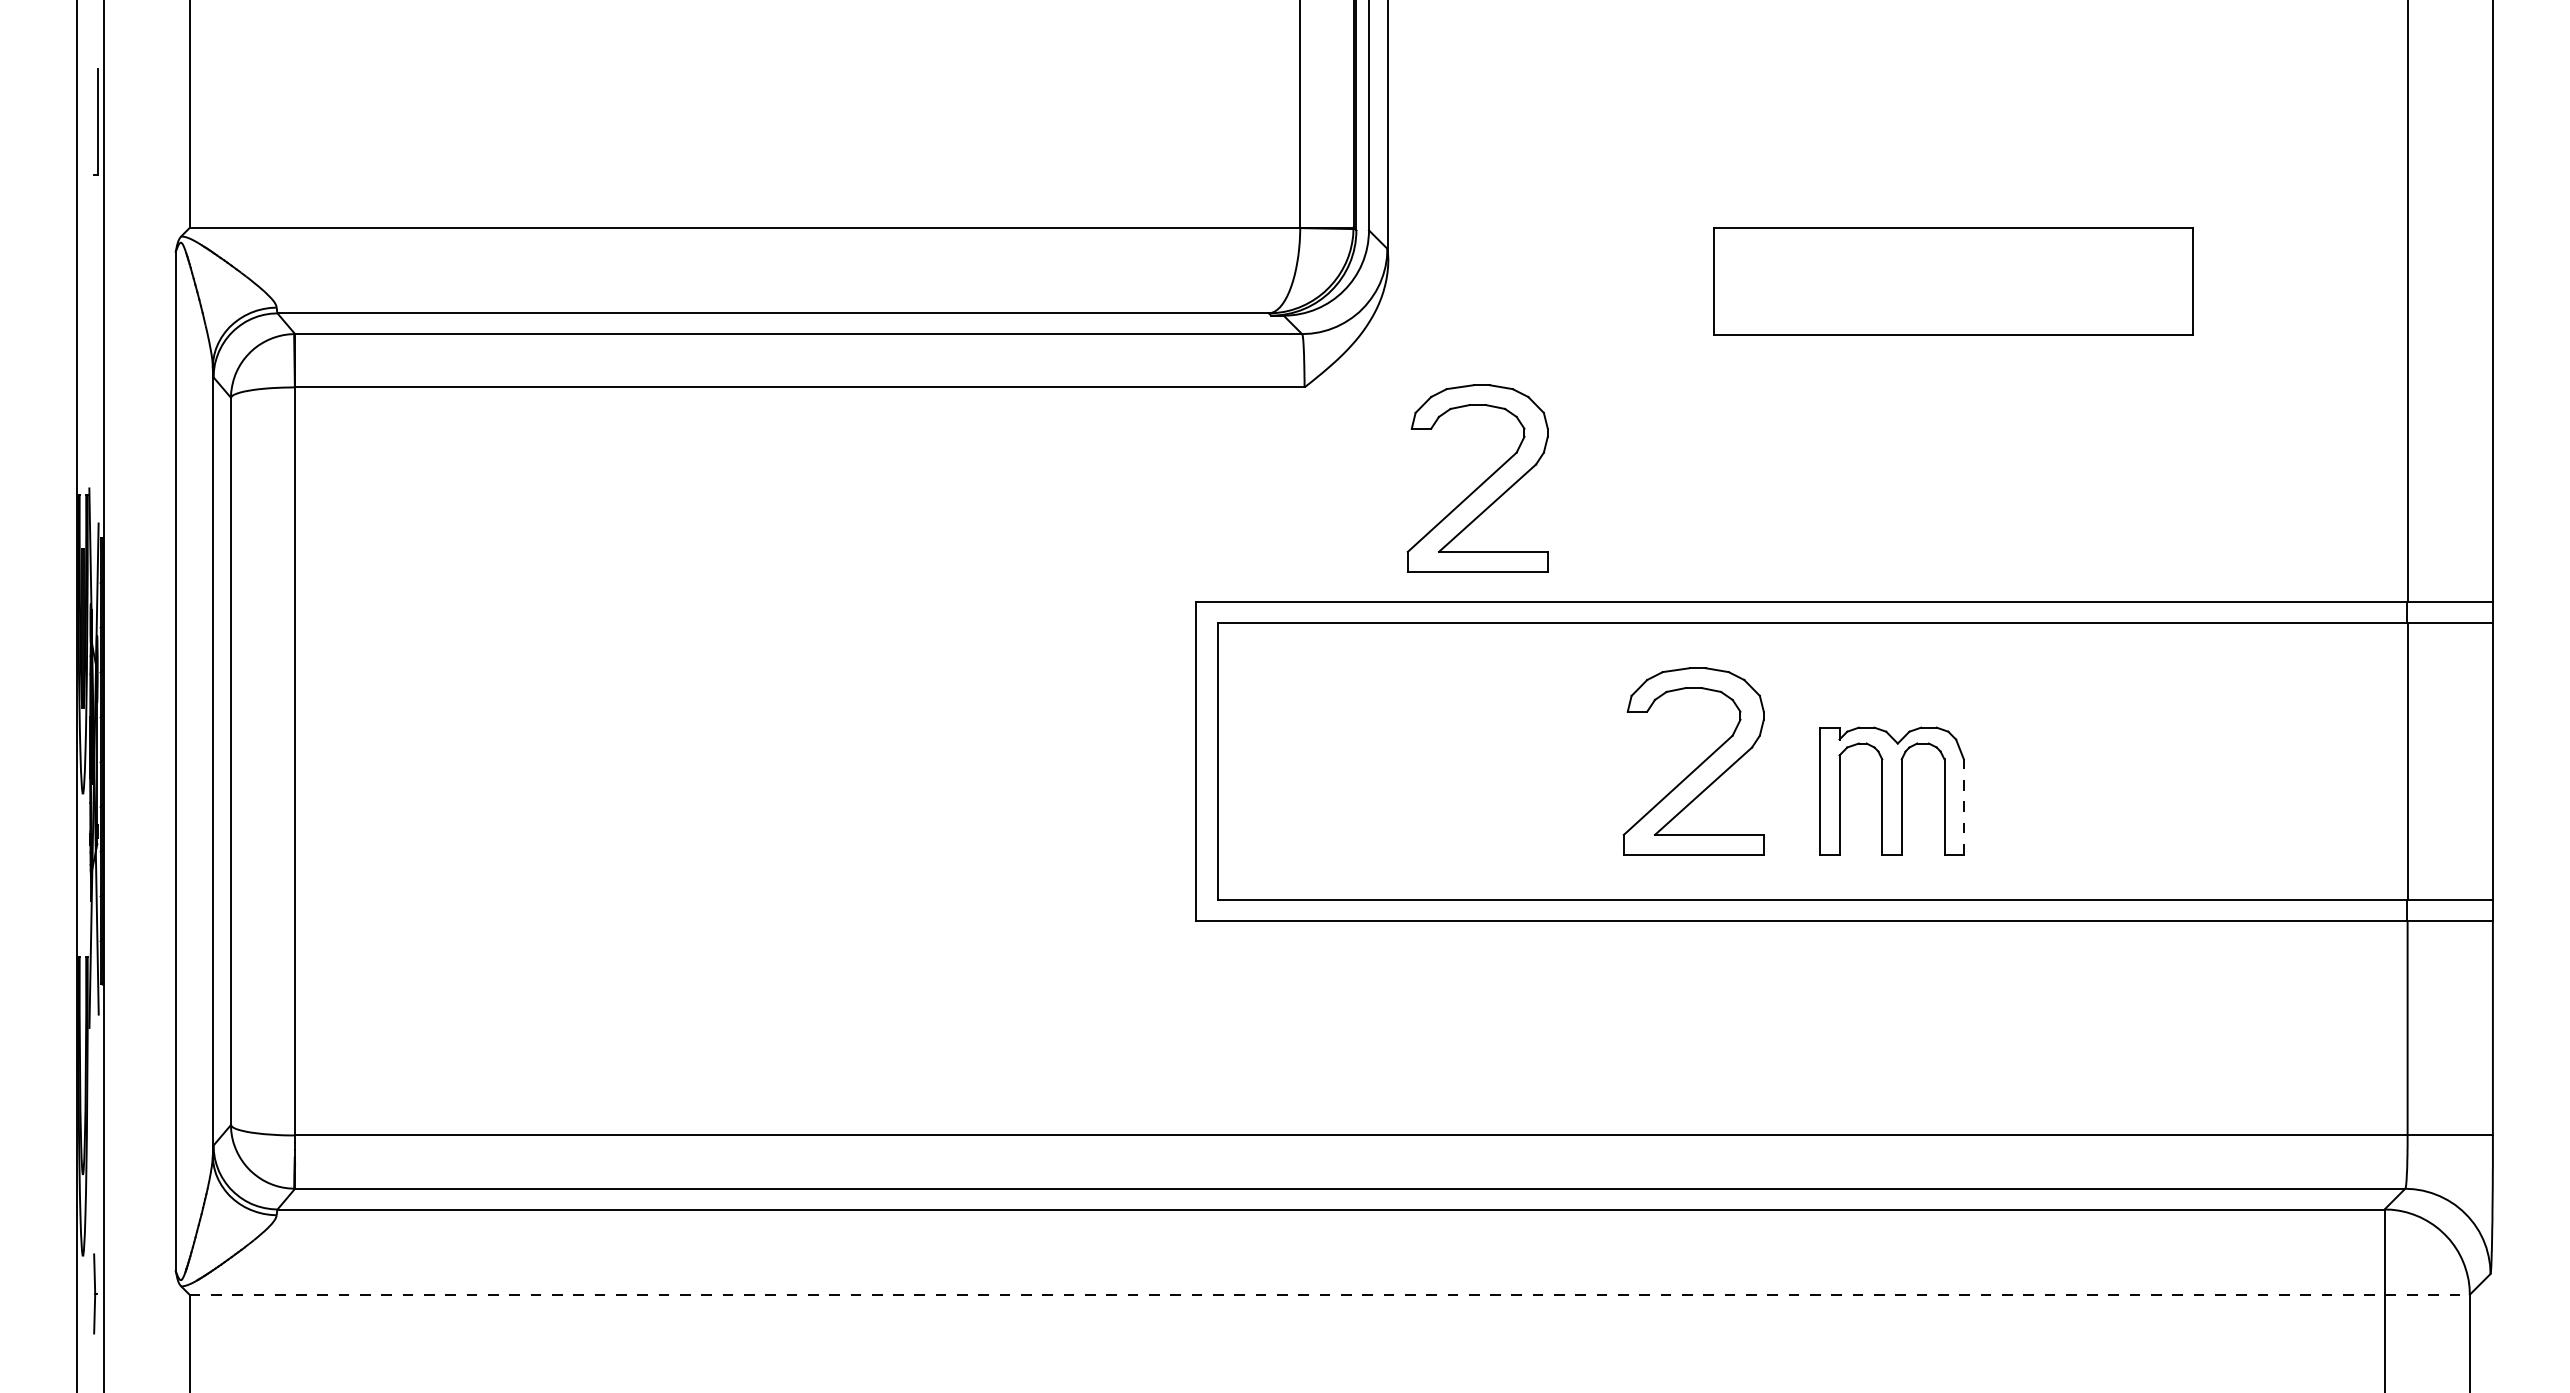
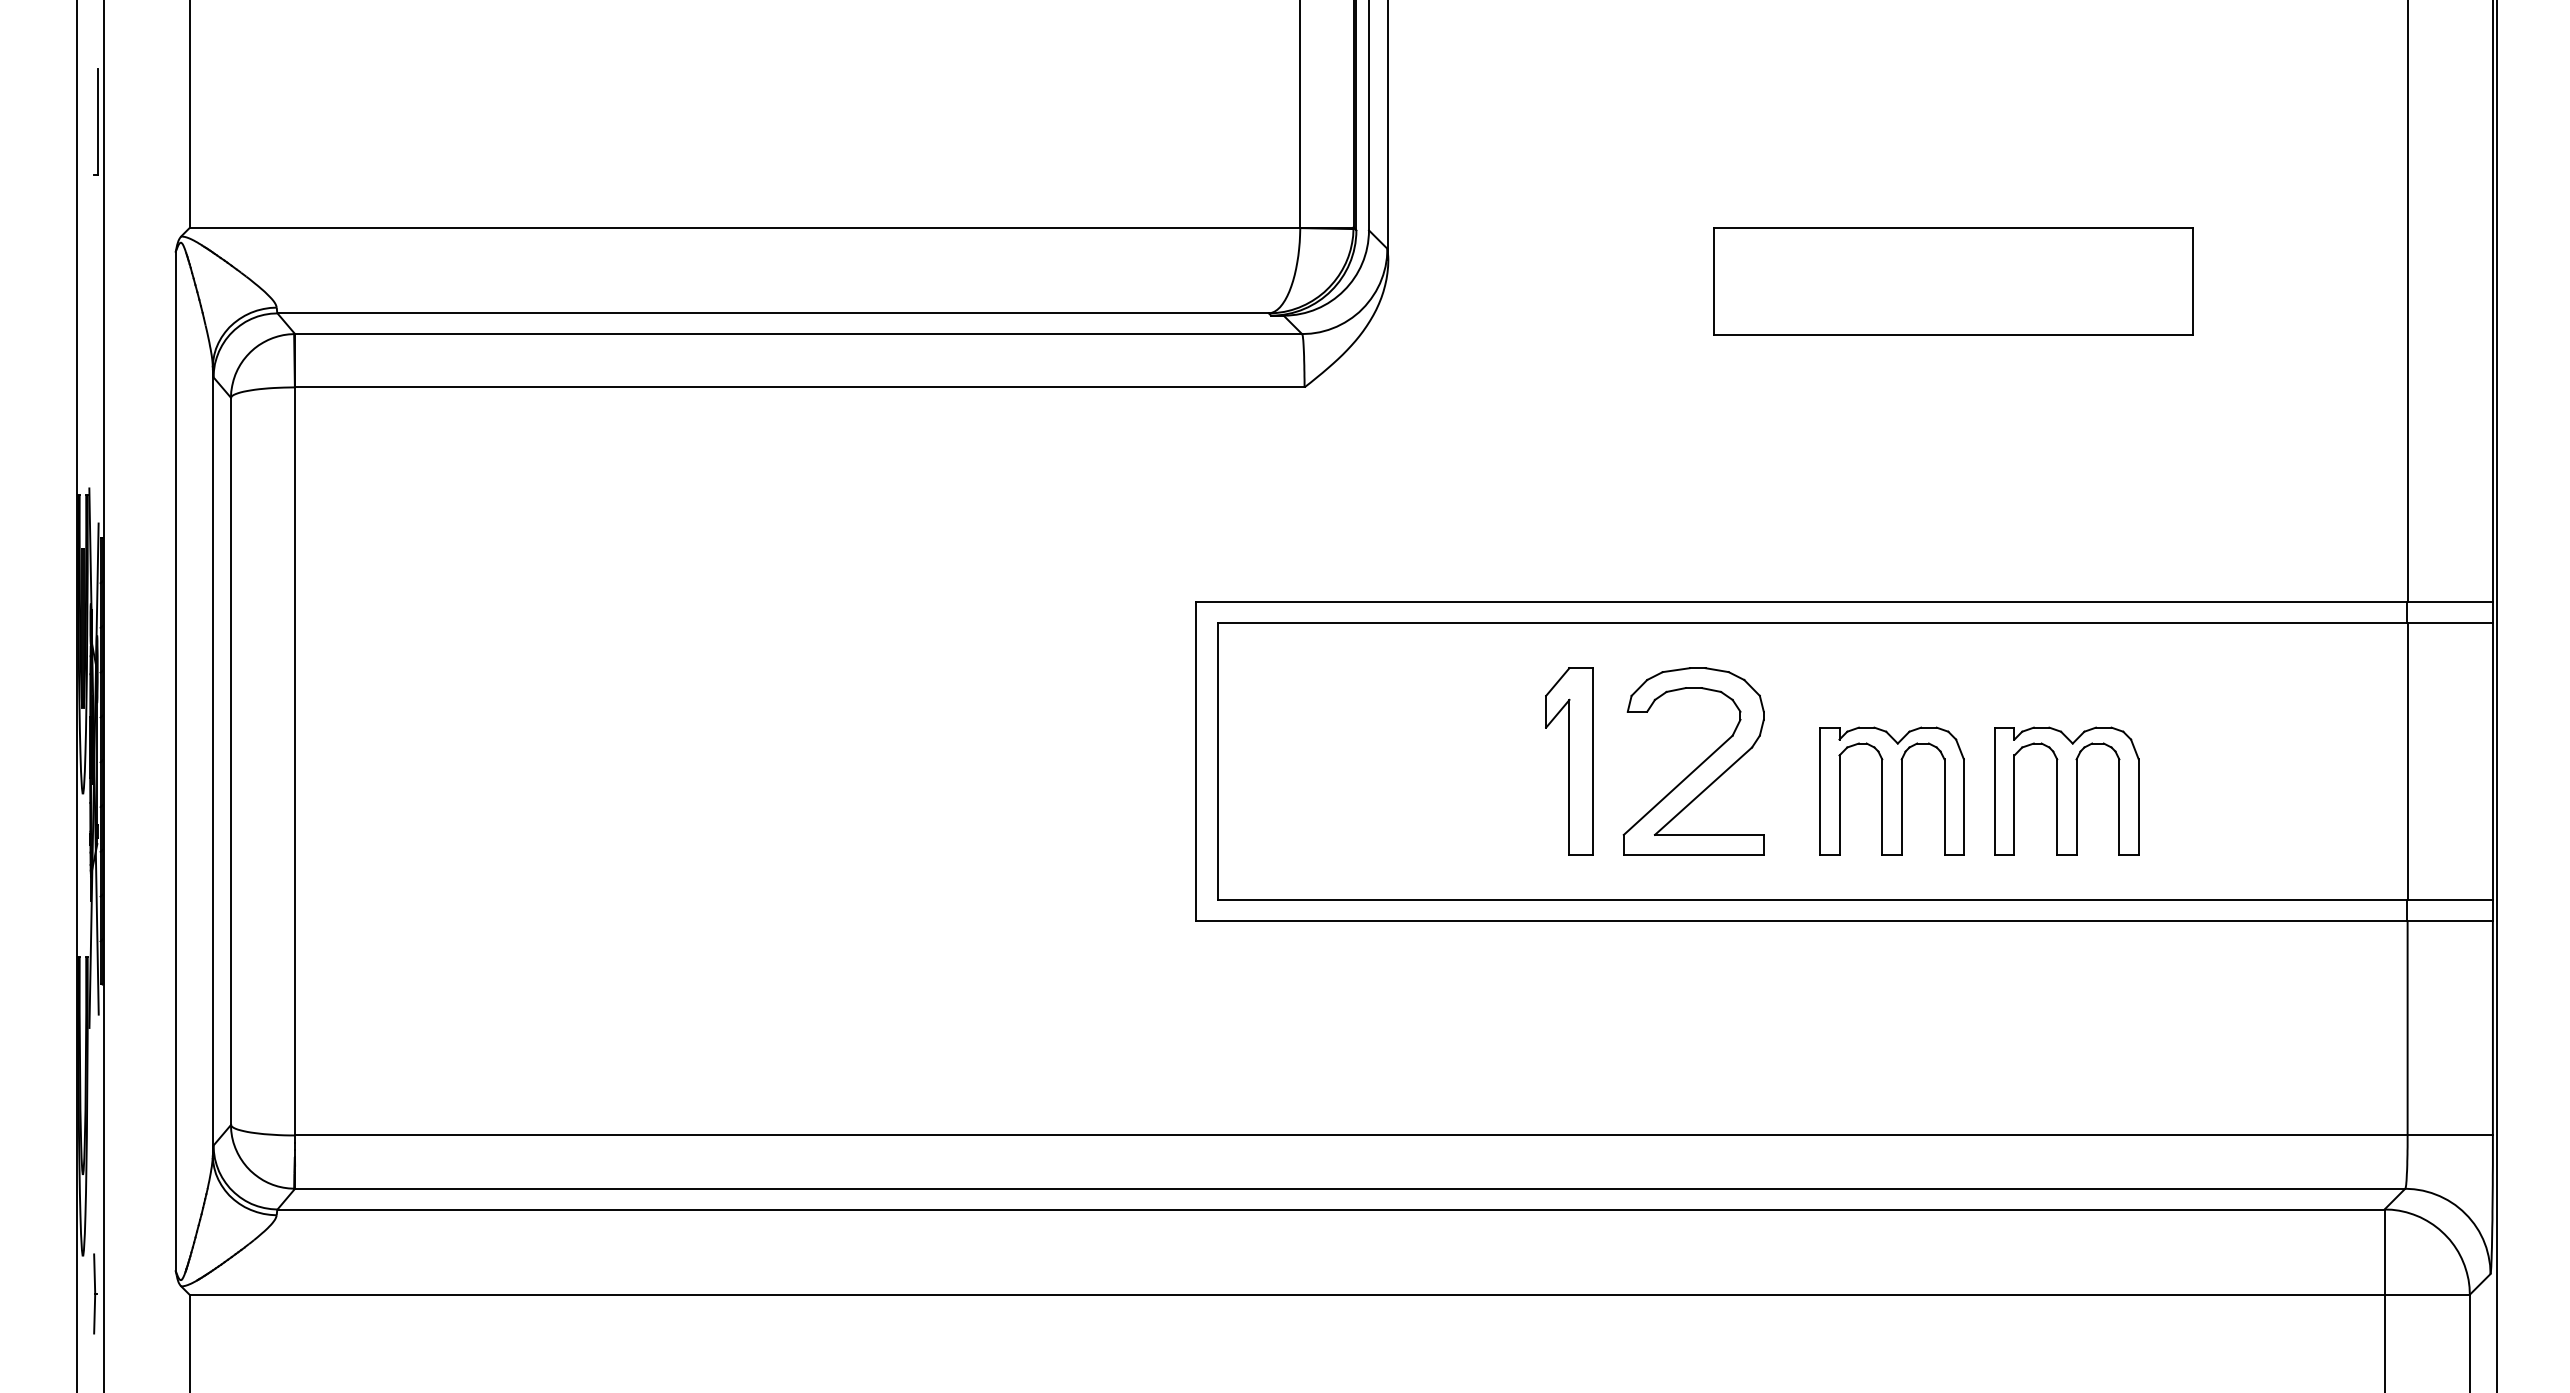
part at (1482, 482): present -> none
line at (2497, 695): none -> present
part at (1569, 761): none -> present
part at (2066, 790): none -> present
line at (1963, 807): dashed -> solid
line at (1330, 1294): dashed -> solid
